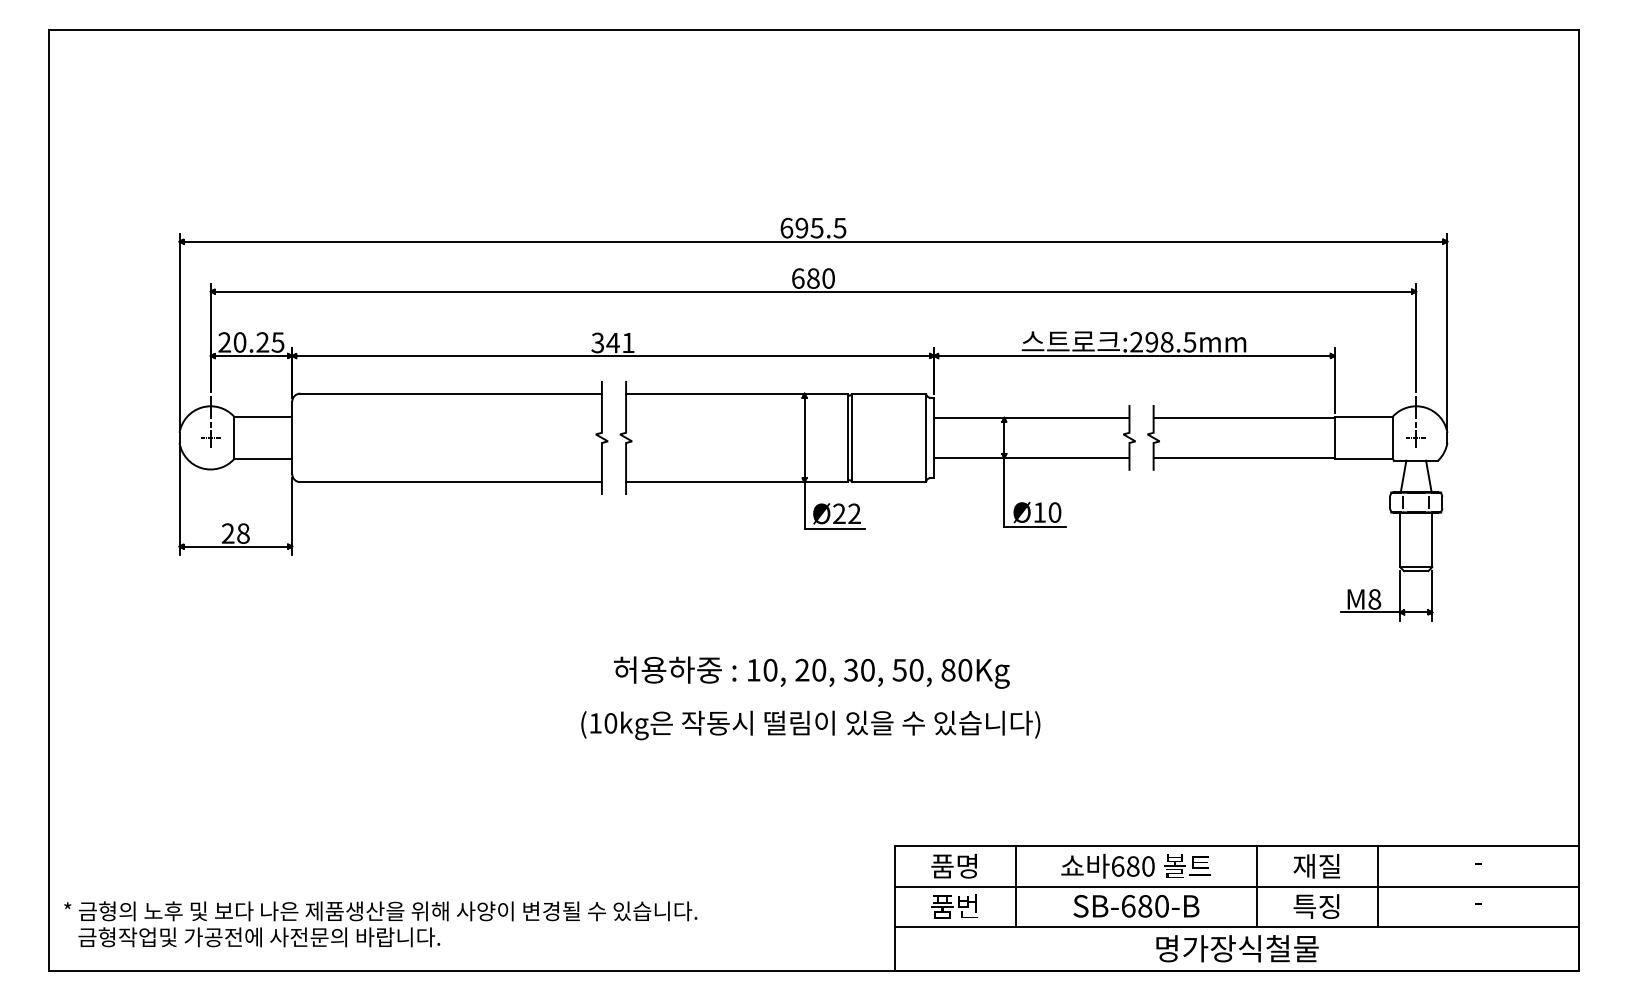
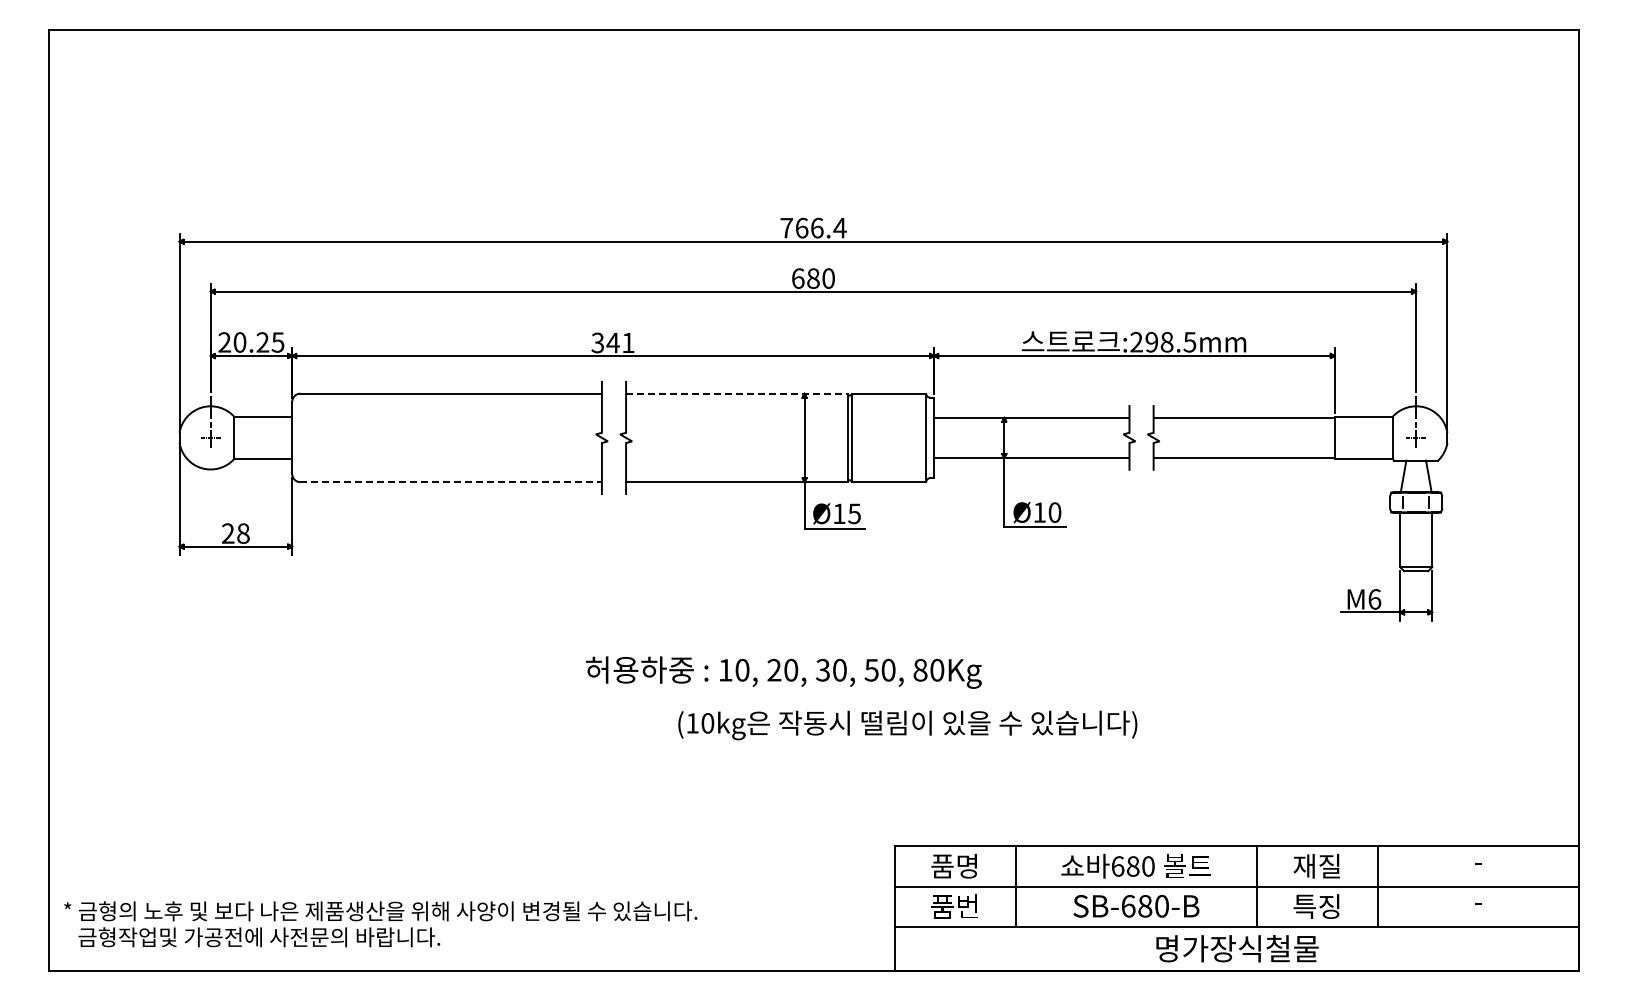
text at (813, 227): 695.5 -> 766.4
line at (736, 393): solid -> dashed
line at (451, 482): solid -> dashed
text at (846, 513): Ø22 -> Ø15
text at (1374, 599): M8 -> M6
text at (811, 672) position: (811, 672) -> (783, 672)
text at (810, 725) position: (810, 725) -> (907, 725)
